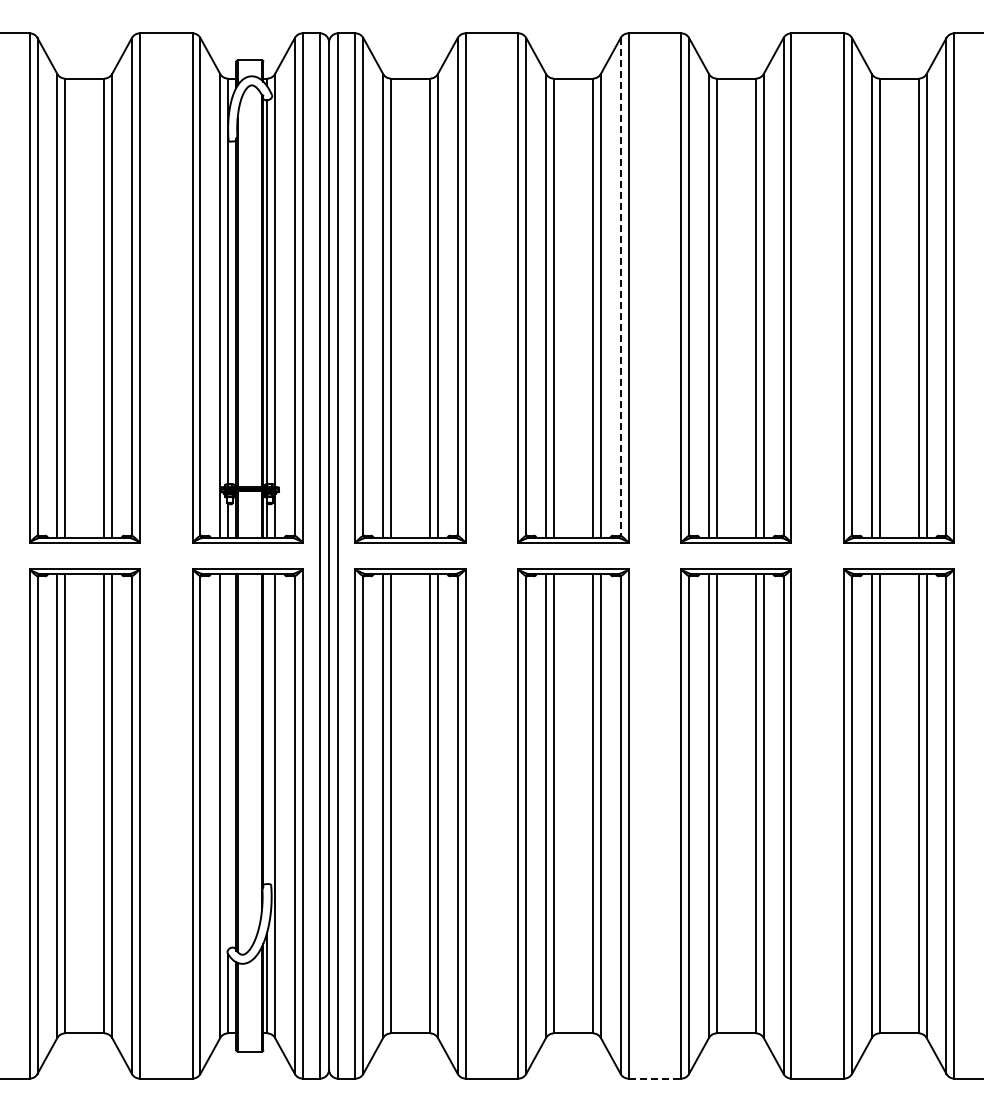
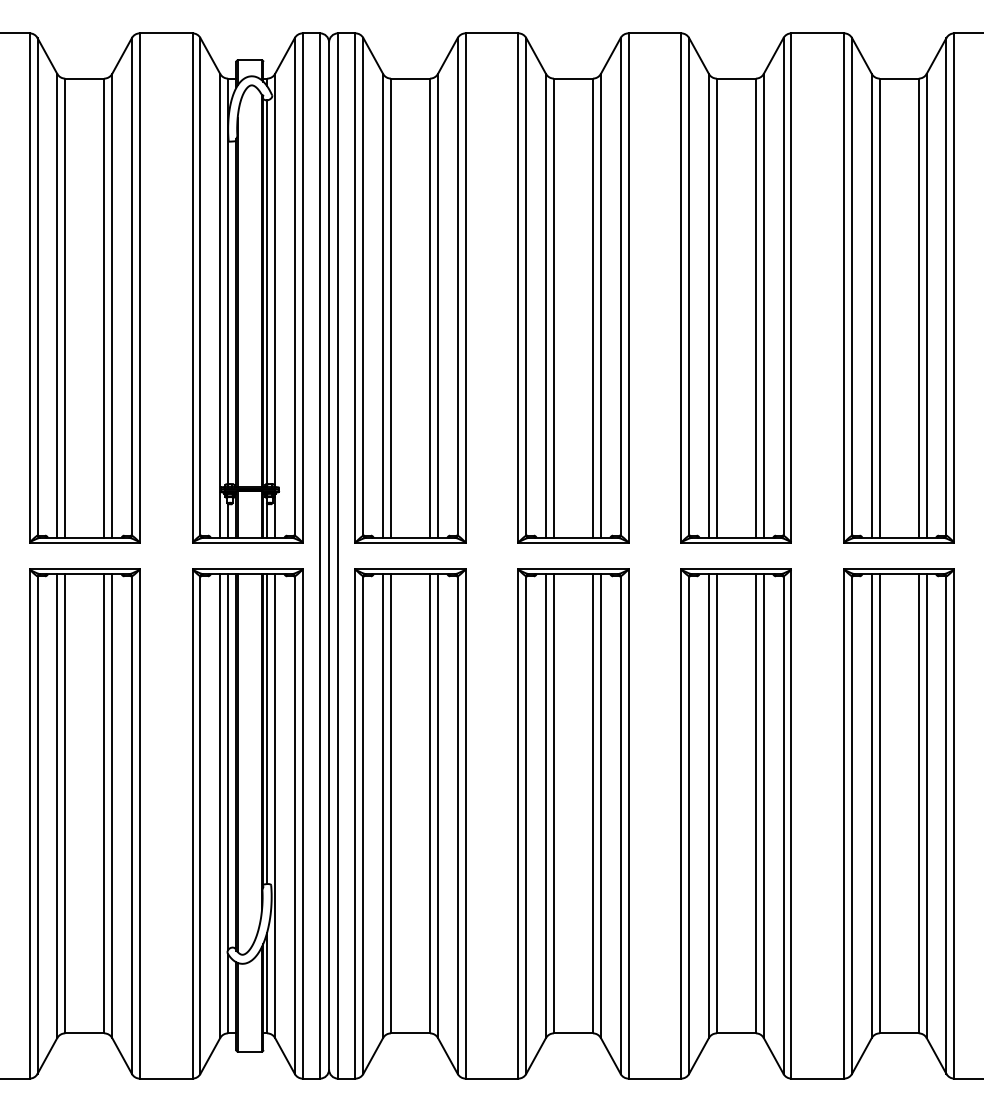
line at (620, 286): dashed -> solid
line at (267, 729): none -> present
line at (228, 762): none -> present
line at (655, 1078): dashed -> solid
